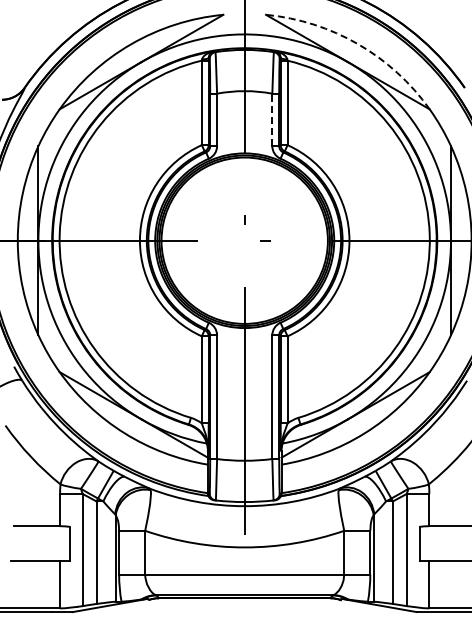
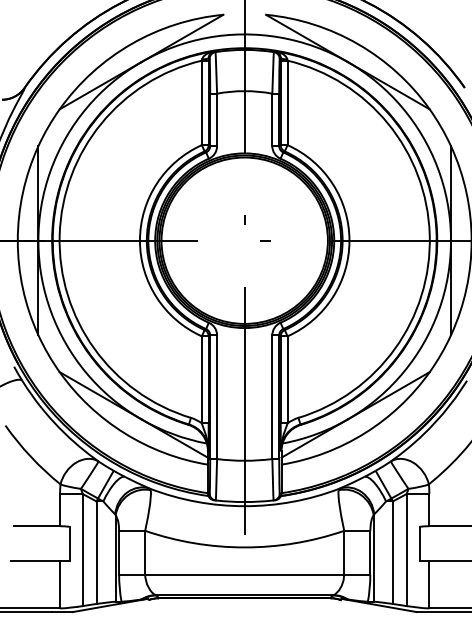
arc at (358, 44): dashed -> solid
line at (272, 119): dashed -> solid
